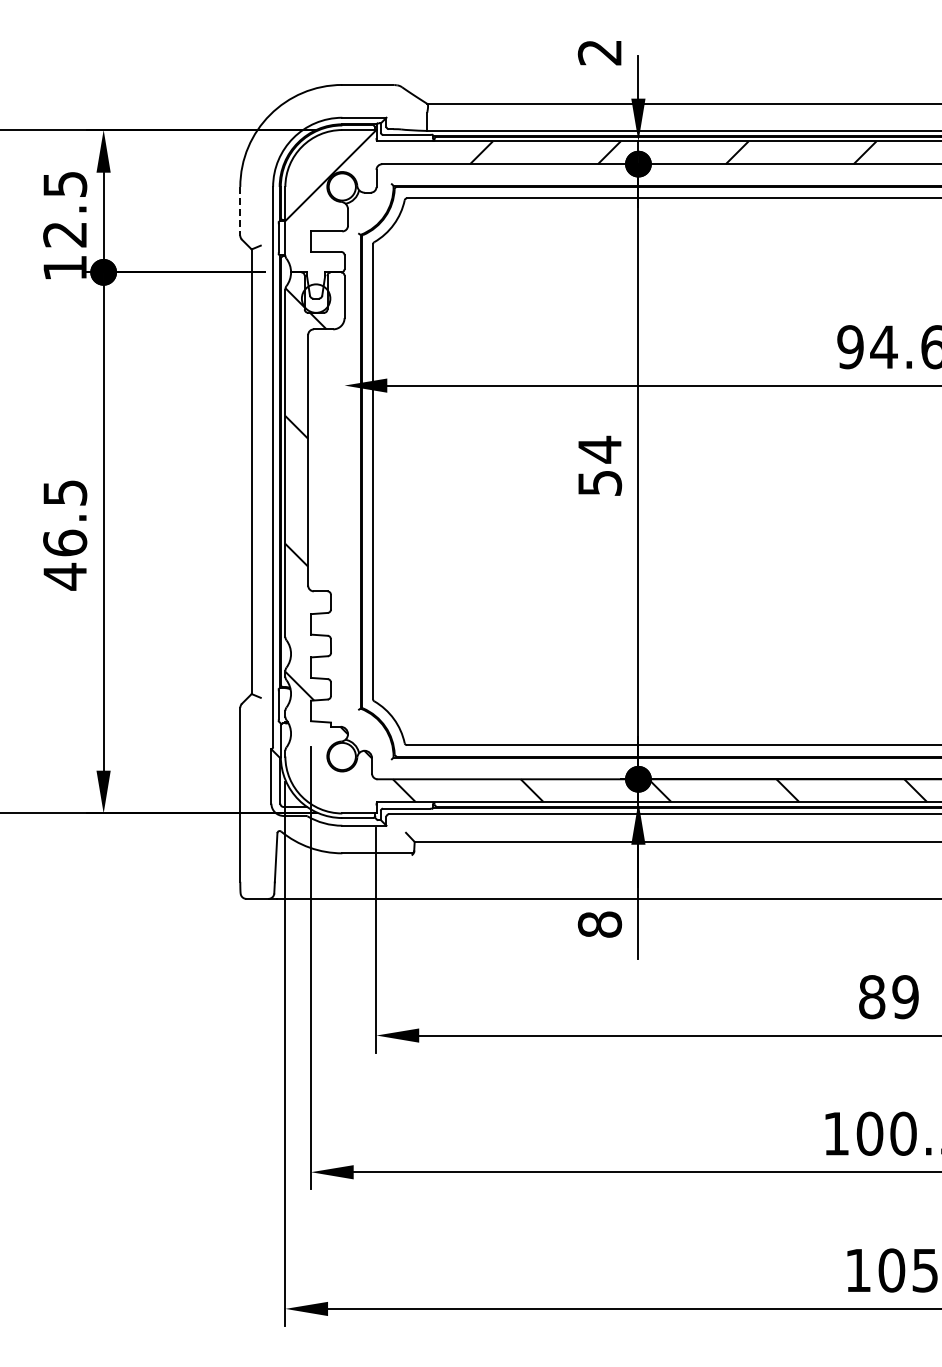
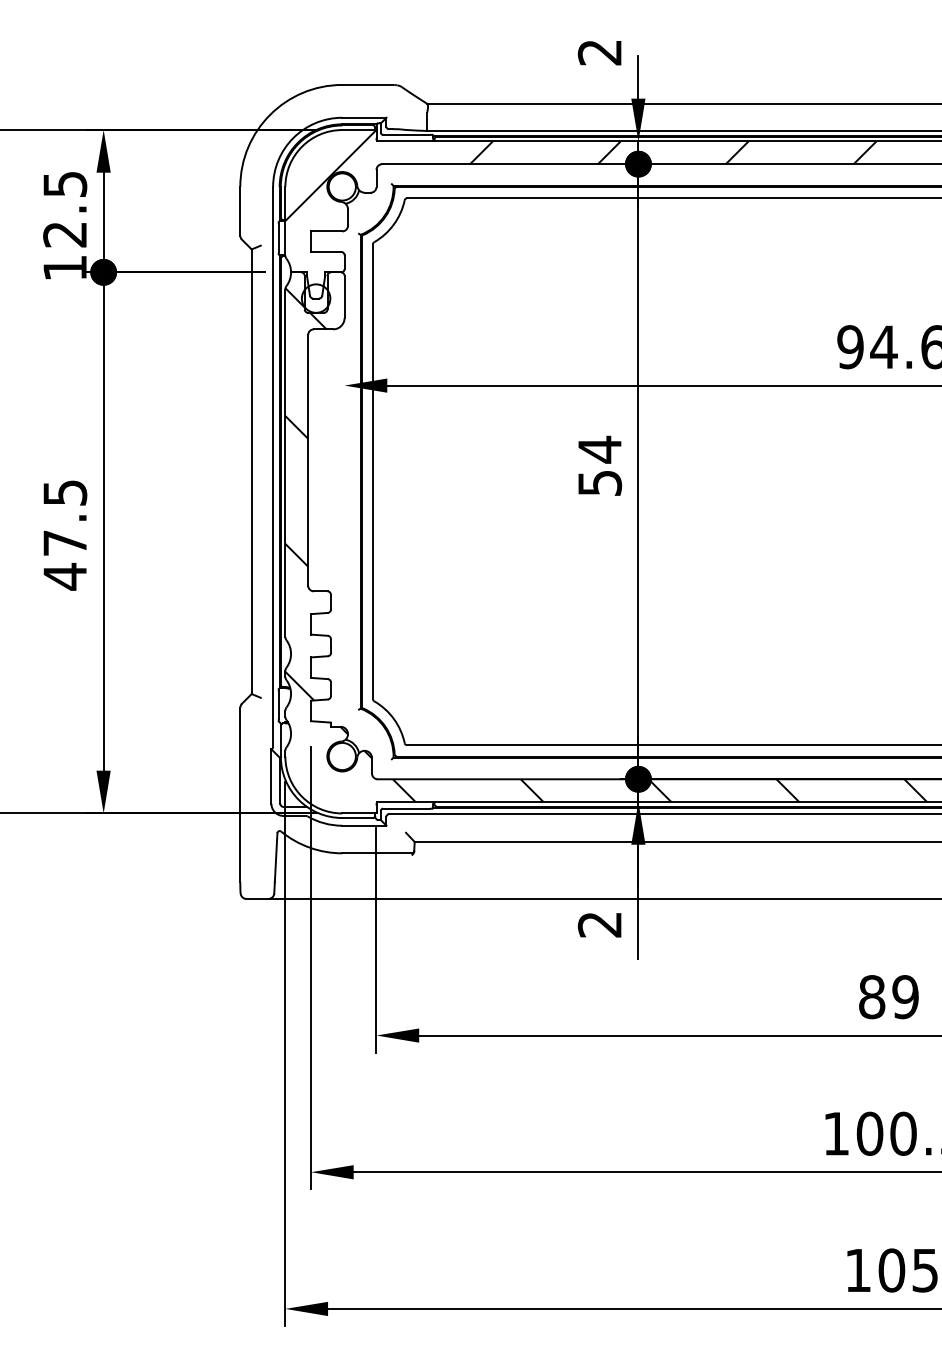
line at (240, 211): dashed -> solid
text at (65, 542): 46.5 -> 47.5
text at (599, 924): 8 -> 2
